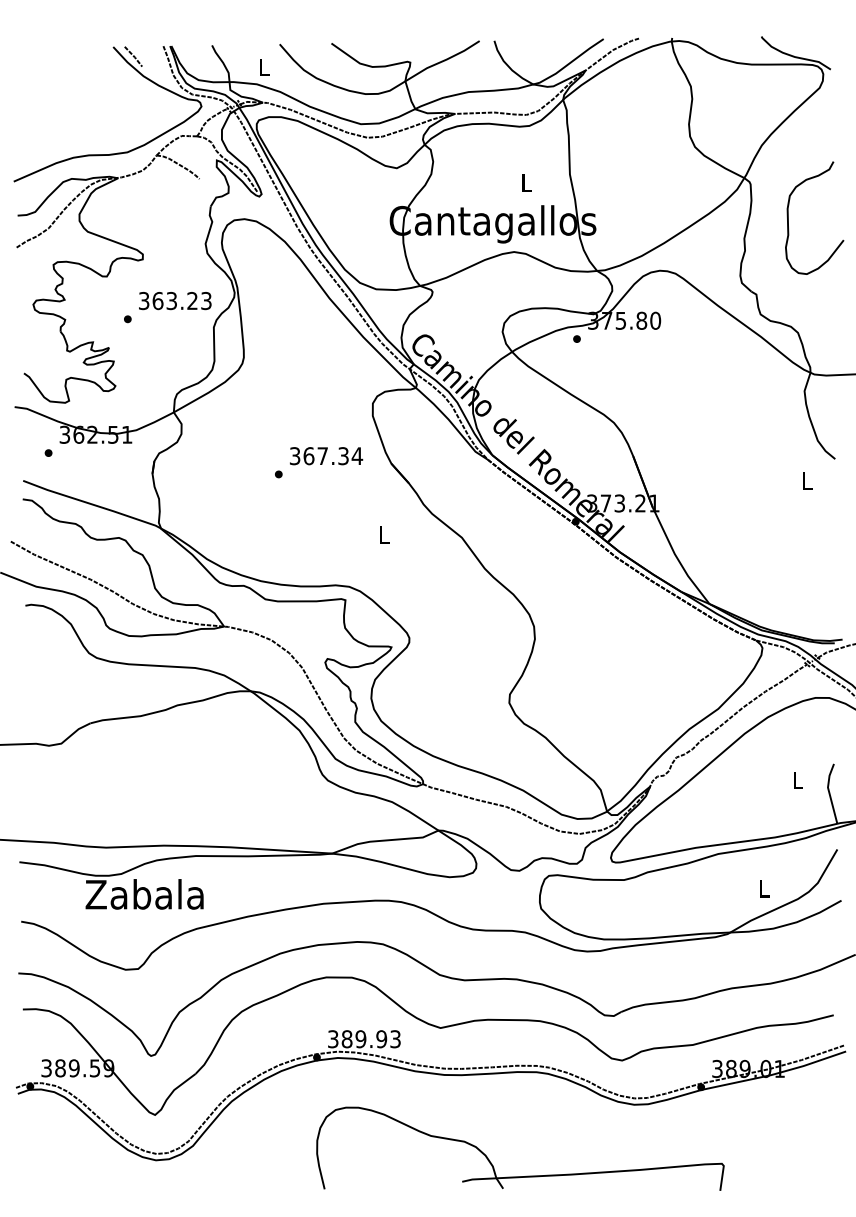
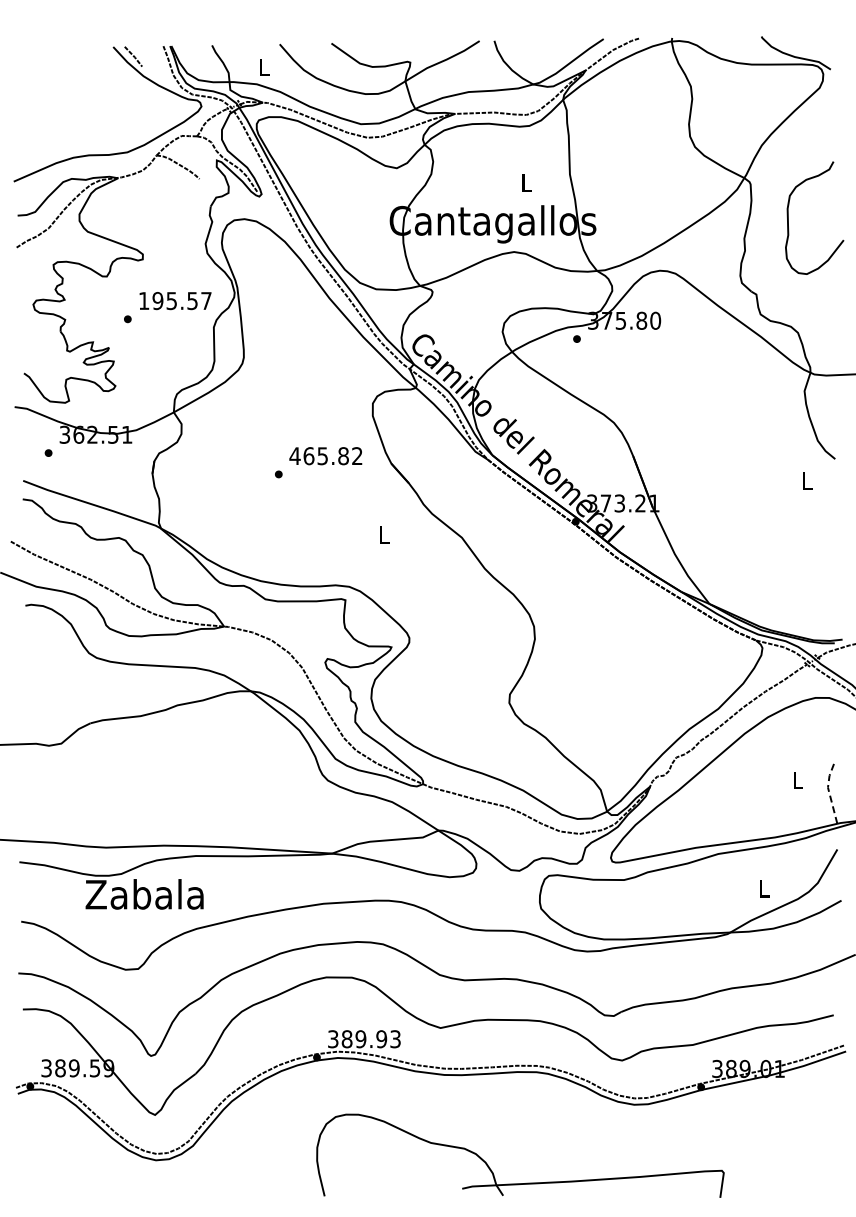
text at (175, 300): 363.23 -> 195.57
text at (326, 456): 367.34 -> 465.82
line at (829, 792): solid -> dashed
part at (526, 1175) position: (526, 1175) -> (526, 1182)
